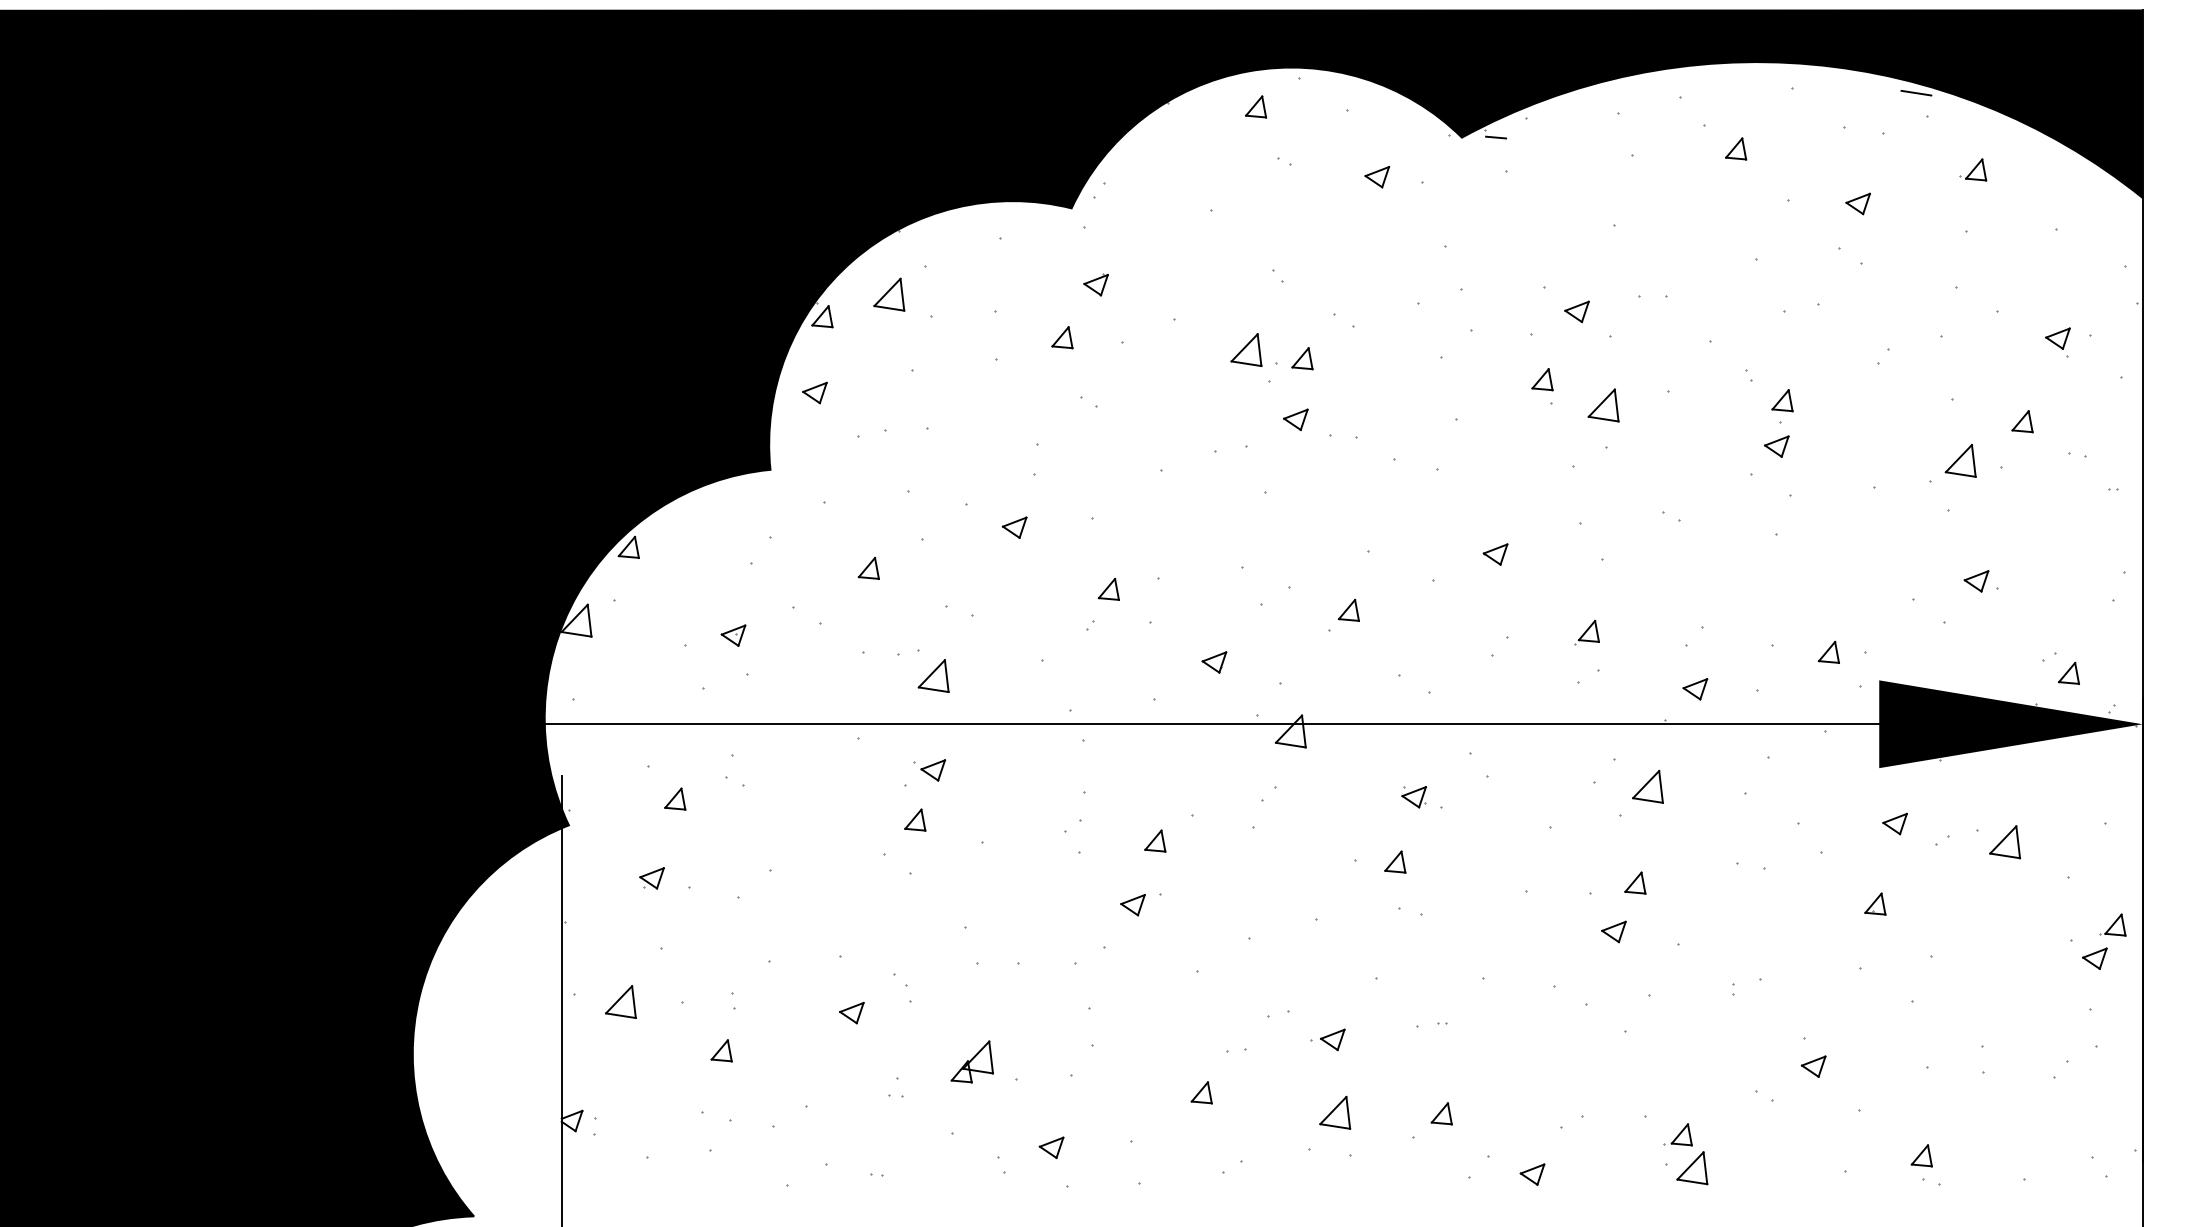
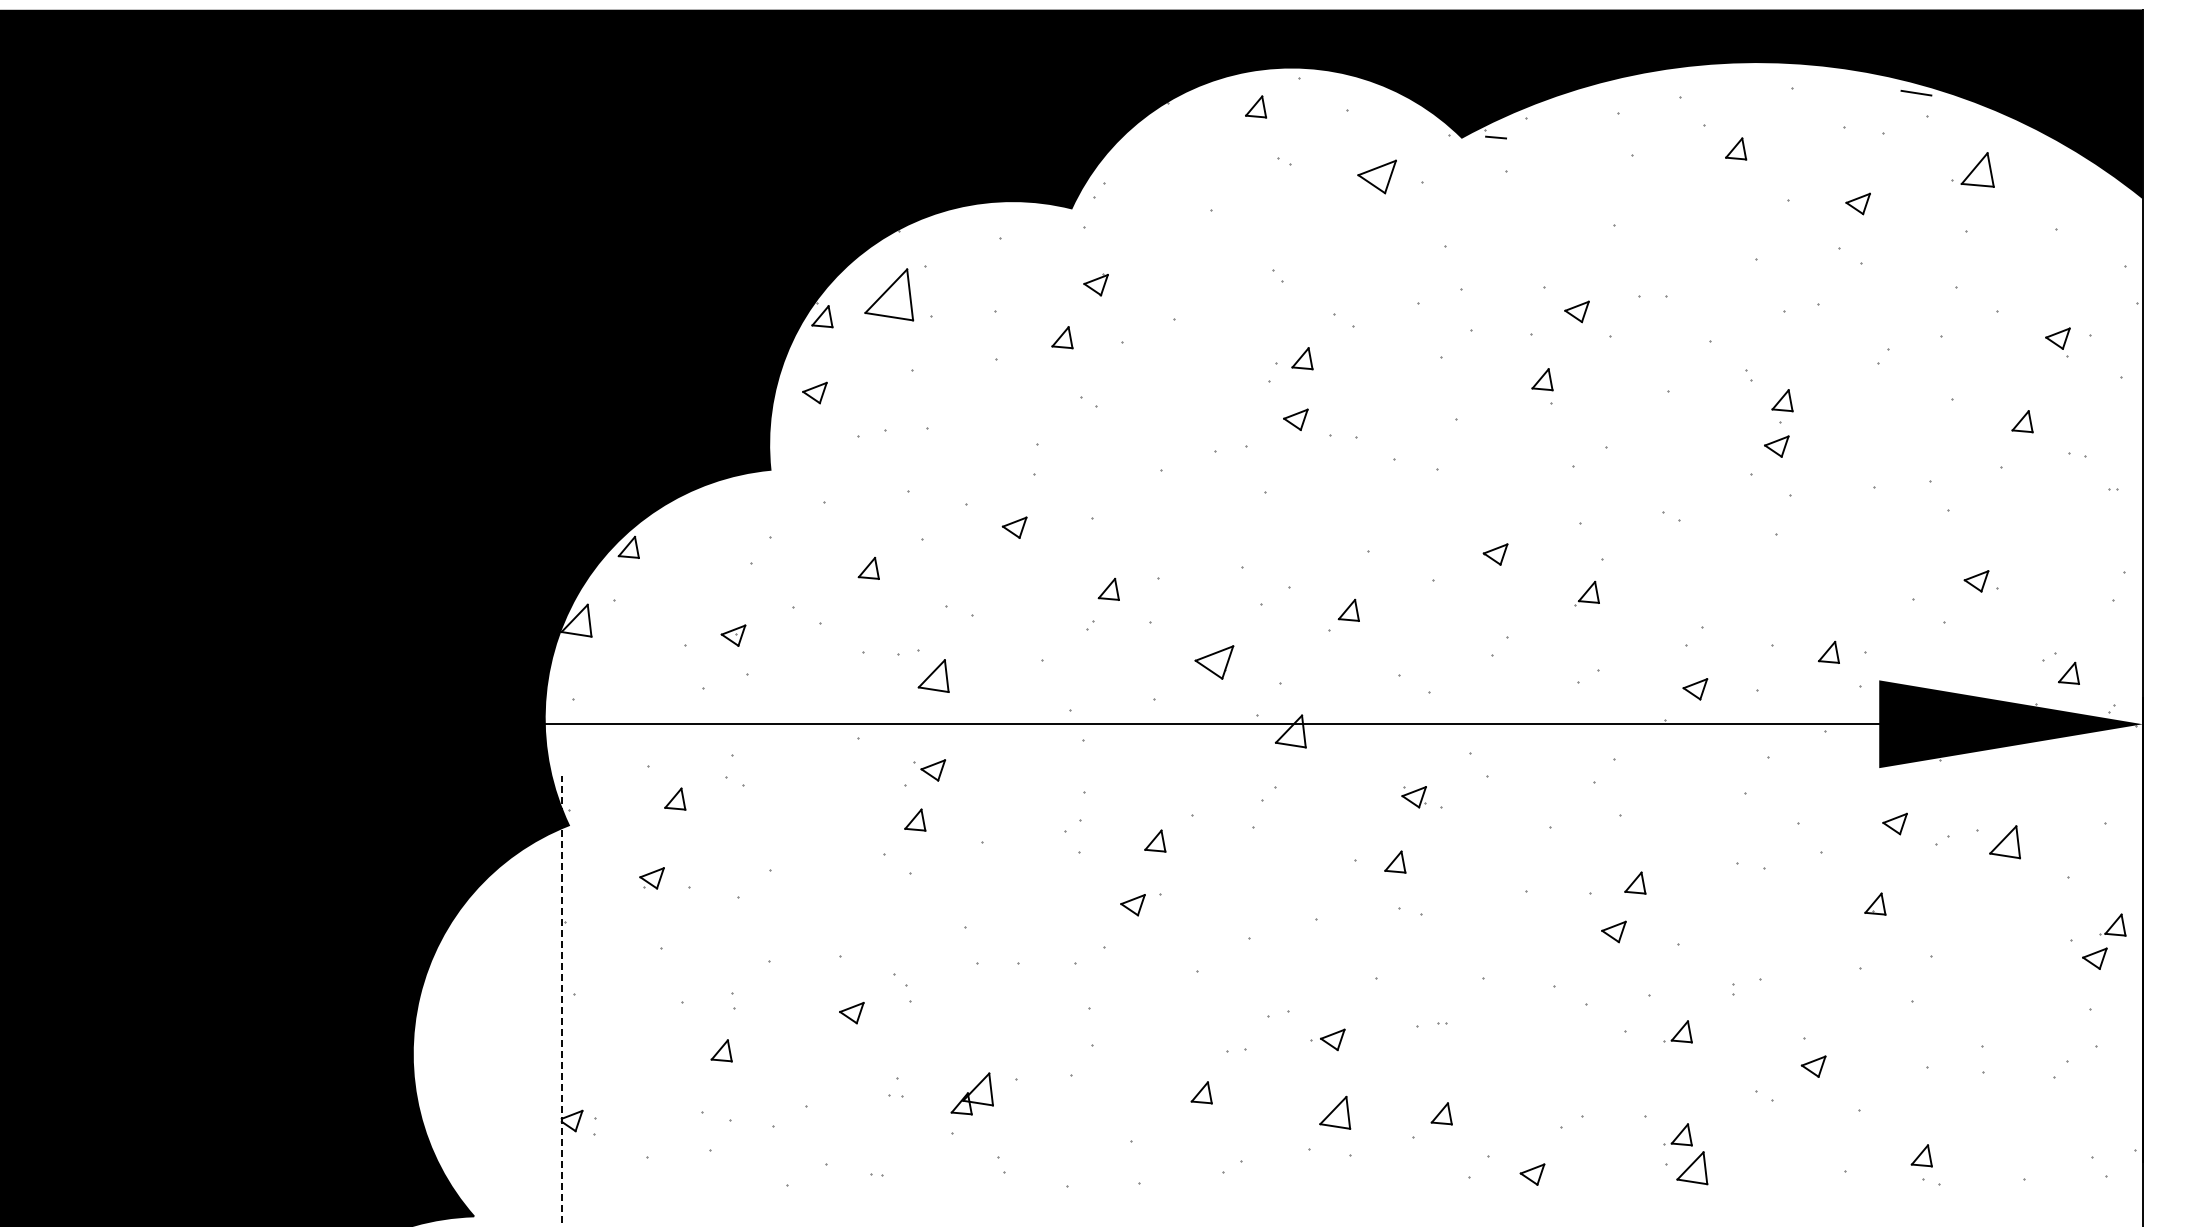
part at (1973, 169) size: 29x24 px -> 44x36 px
part at (1377, 177) size: 27x23 px -> 40x36 px
part at (889, 294) size: 33x35 px -> 51x54 px
part at (1246, 349): present -> none
part at (1603, 405): present -> none
part at (1960, 460): present -> none
part at (1586, 632) position: (1586, 632) -> (1586, 593)
part at (1214, 662) size: 27x23 px -> 41x35 px
part at (1647, 786): present -> none
line at (561, 1000): solid -> dashed
part at (620, 1001): present -> none
part at (1677, 1031): none -> present
part at (971, 1061) position: (971, 1061) -> (971, 1093)
part at (1051, 1147): present -> none
